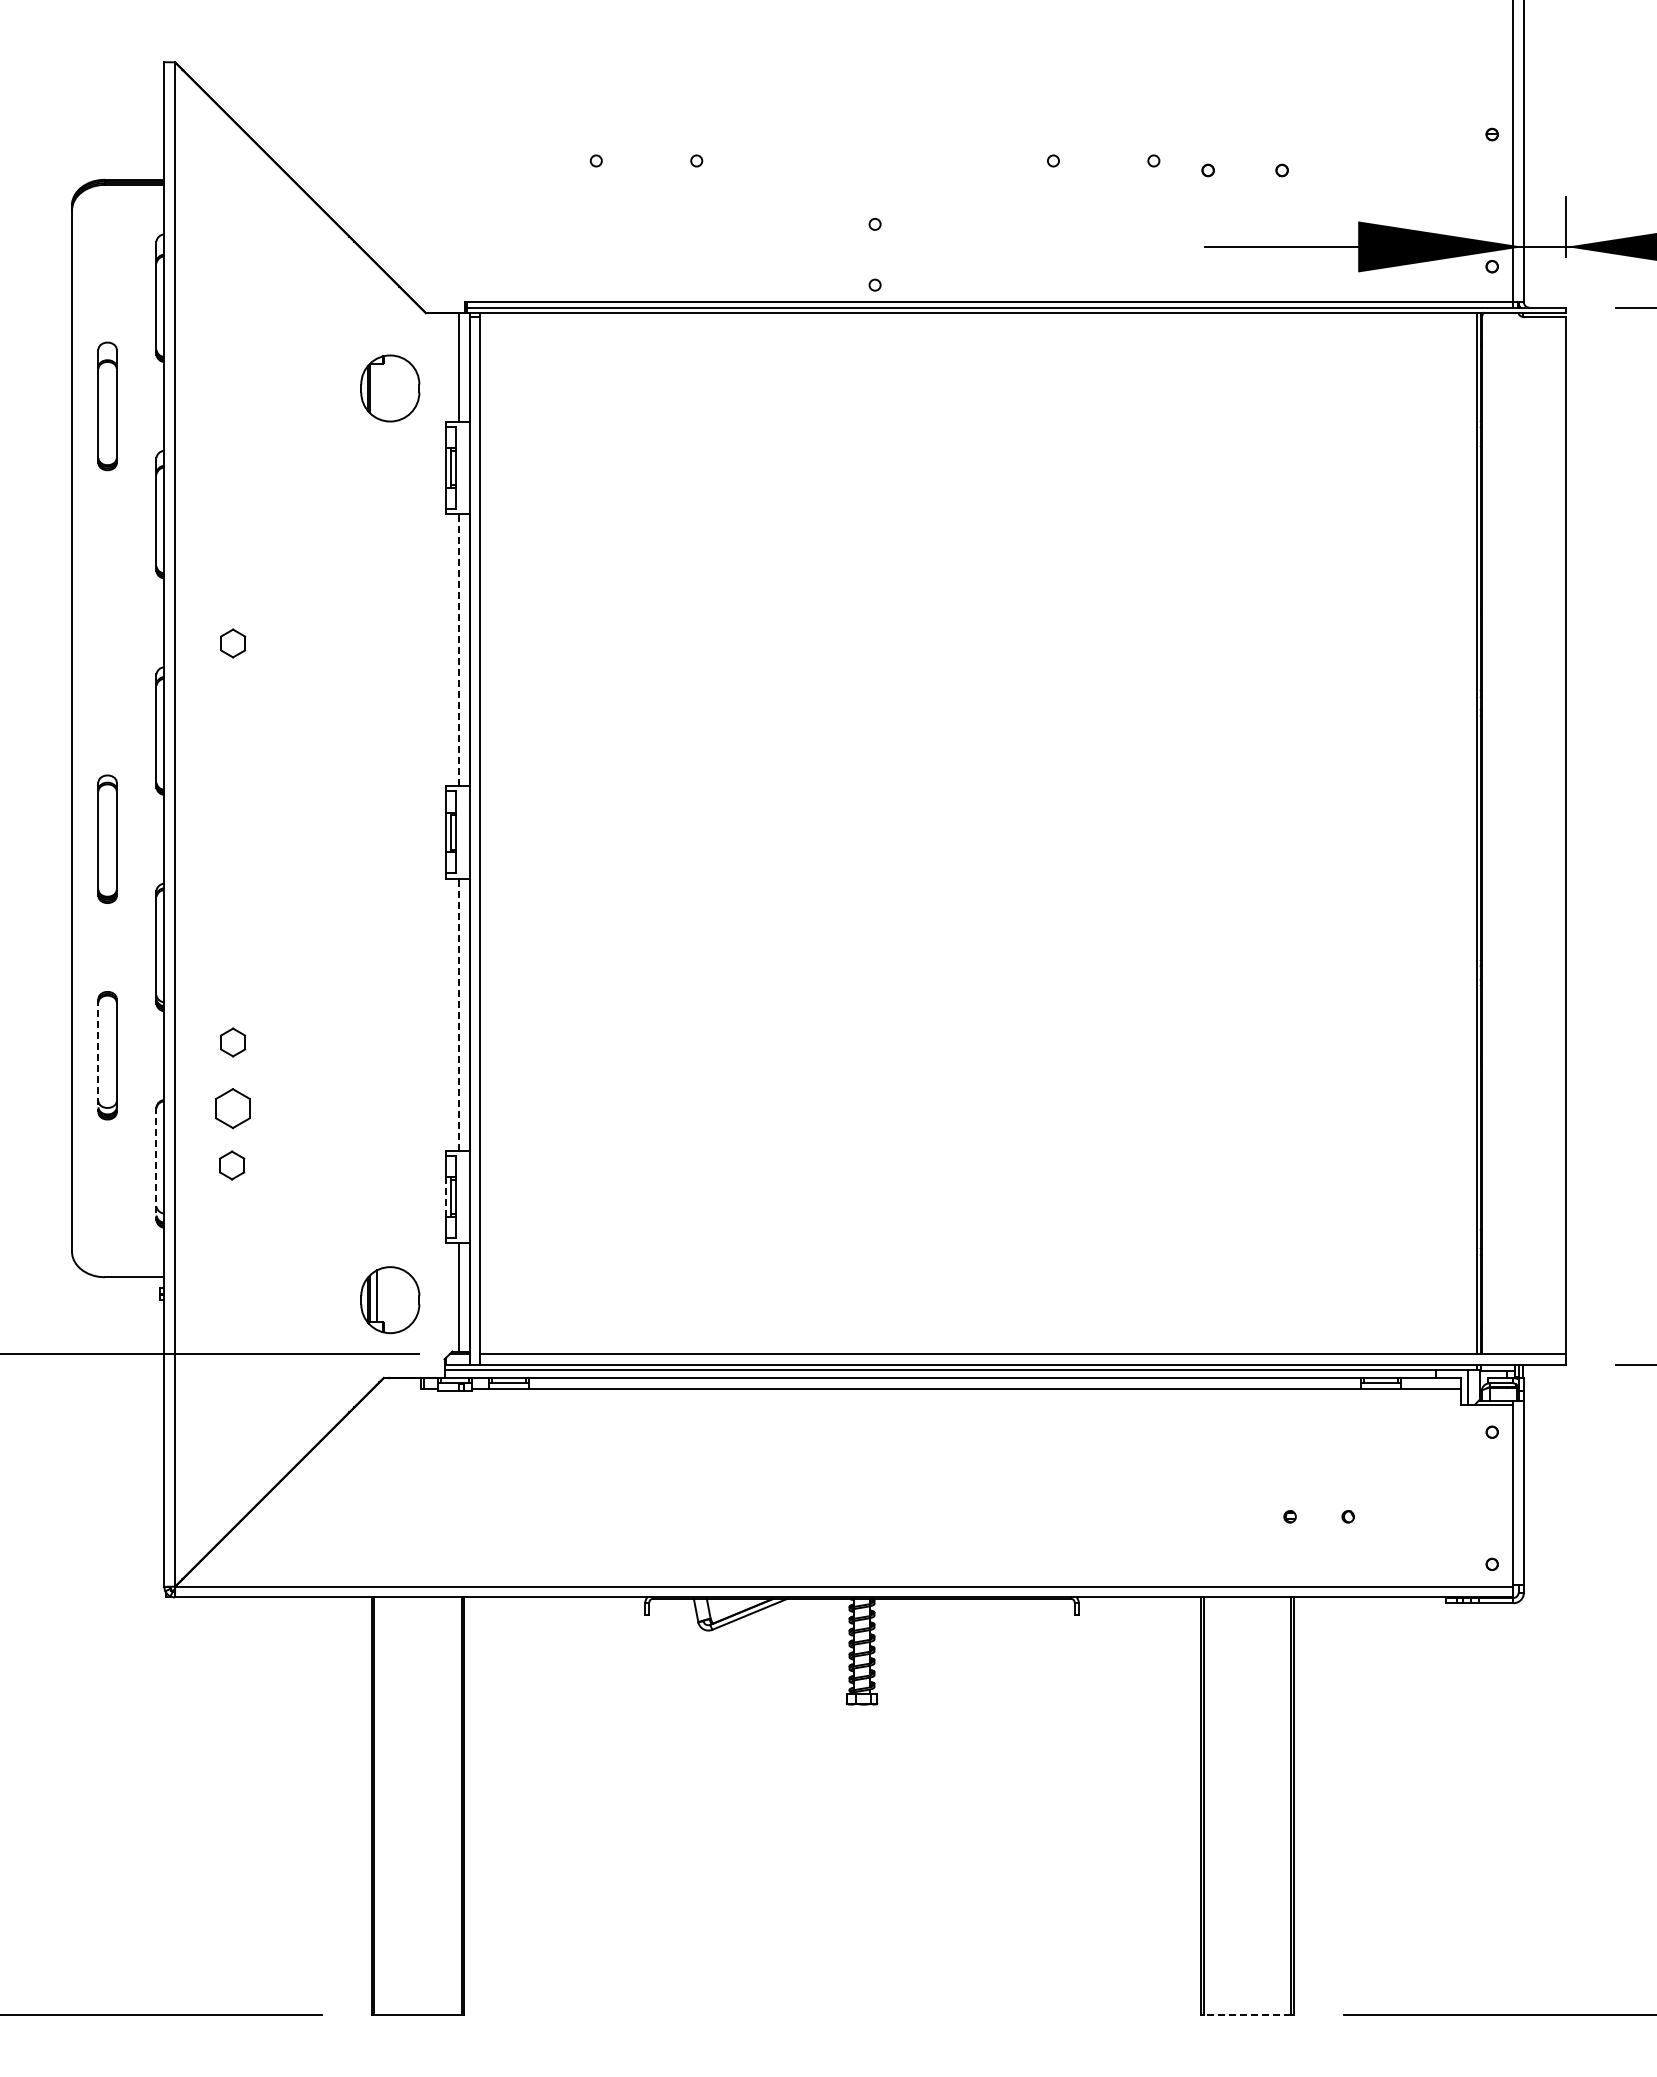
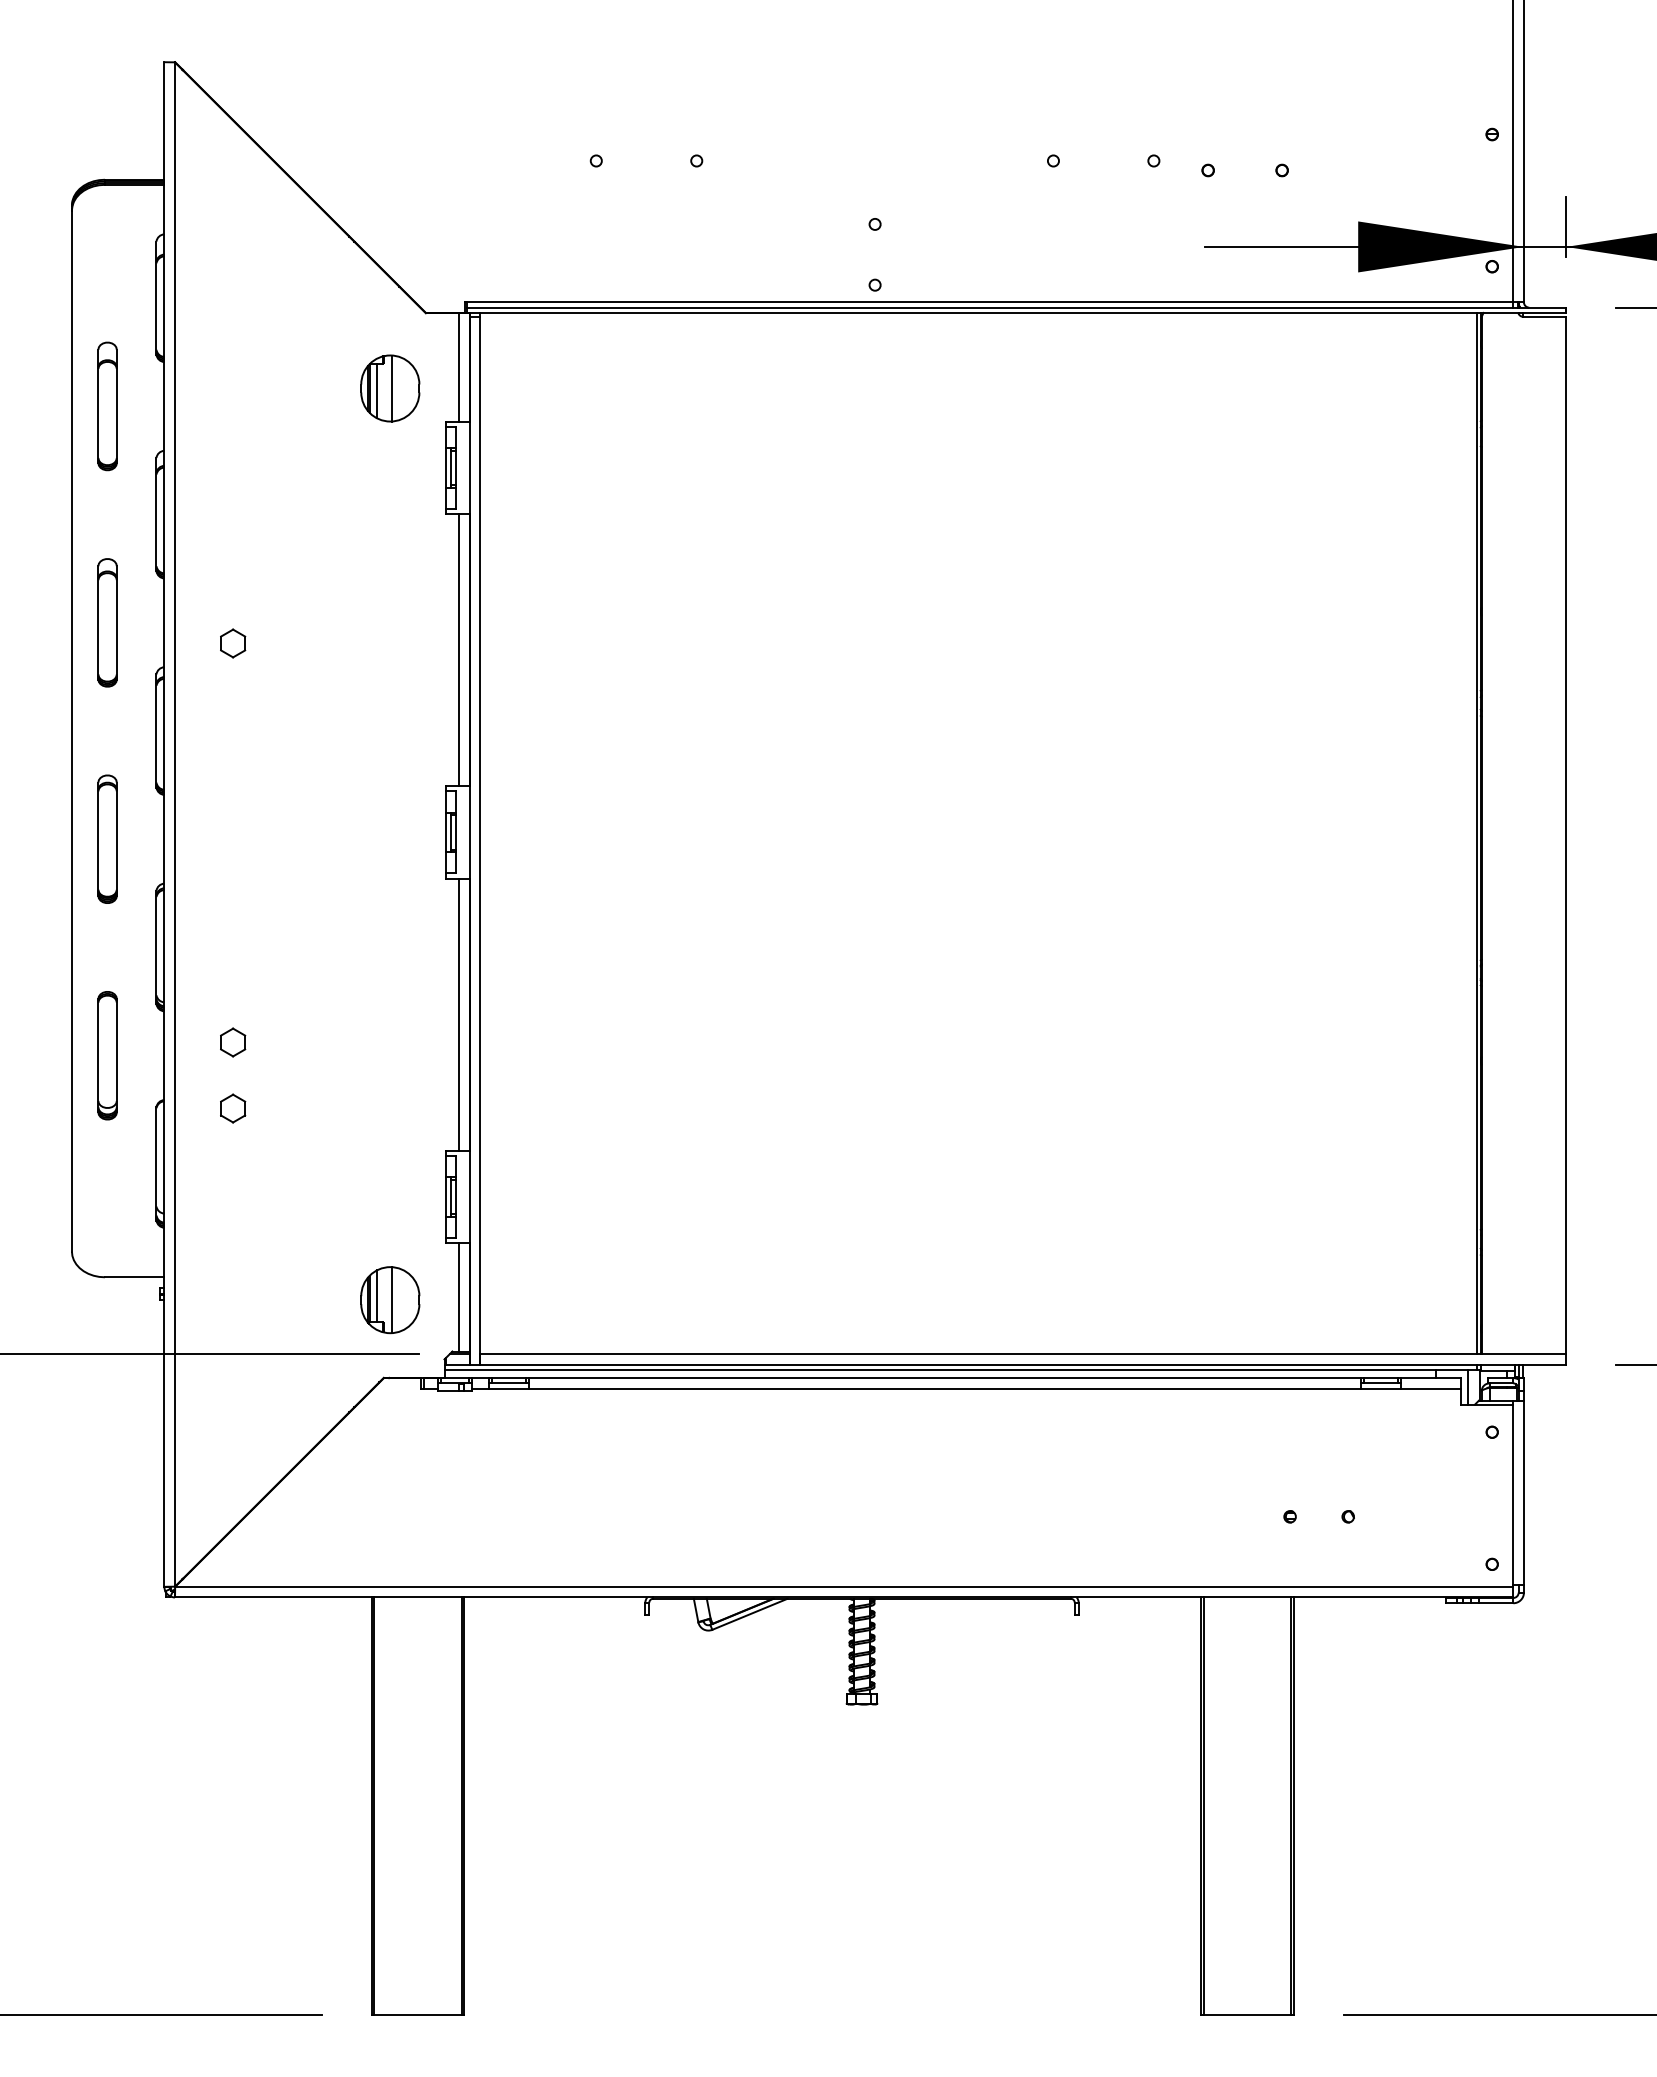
line at (391, 388): none -> present
line at (377, 390): none -> present
part at (107, 622): none -> present
line at (459, 649): dashed -> solid
line at (459, 1014): dashed -> solid
line at (98, 1055): dashed -> solid
part at (232, 1108) size: 36x42 px -> 27x31 px
line at (156, 1163): dashed -> solid
part at (232, 1165): present -> none
line at (445, 1197): dashed -> solid
line at (391, 1300): none -> present
line at (1247, 2014): dashed -> solid
